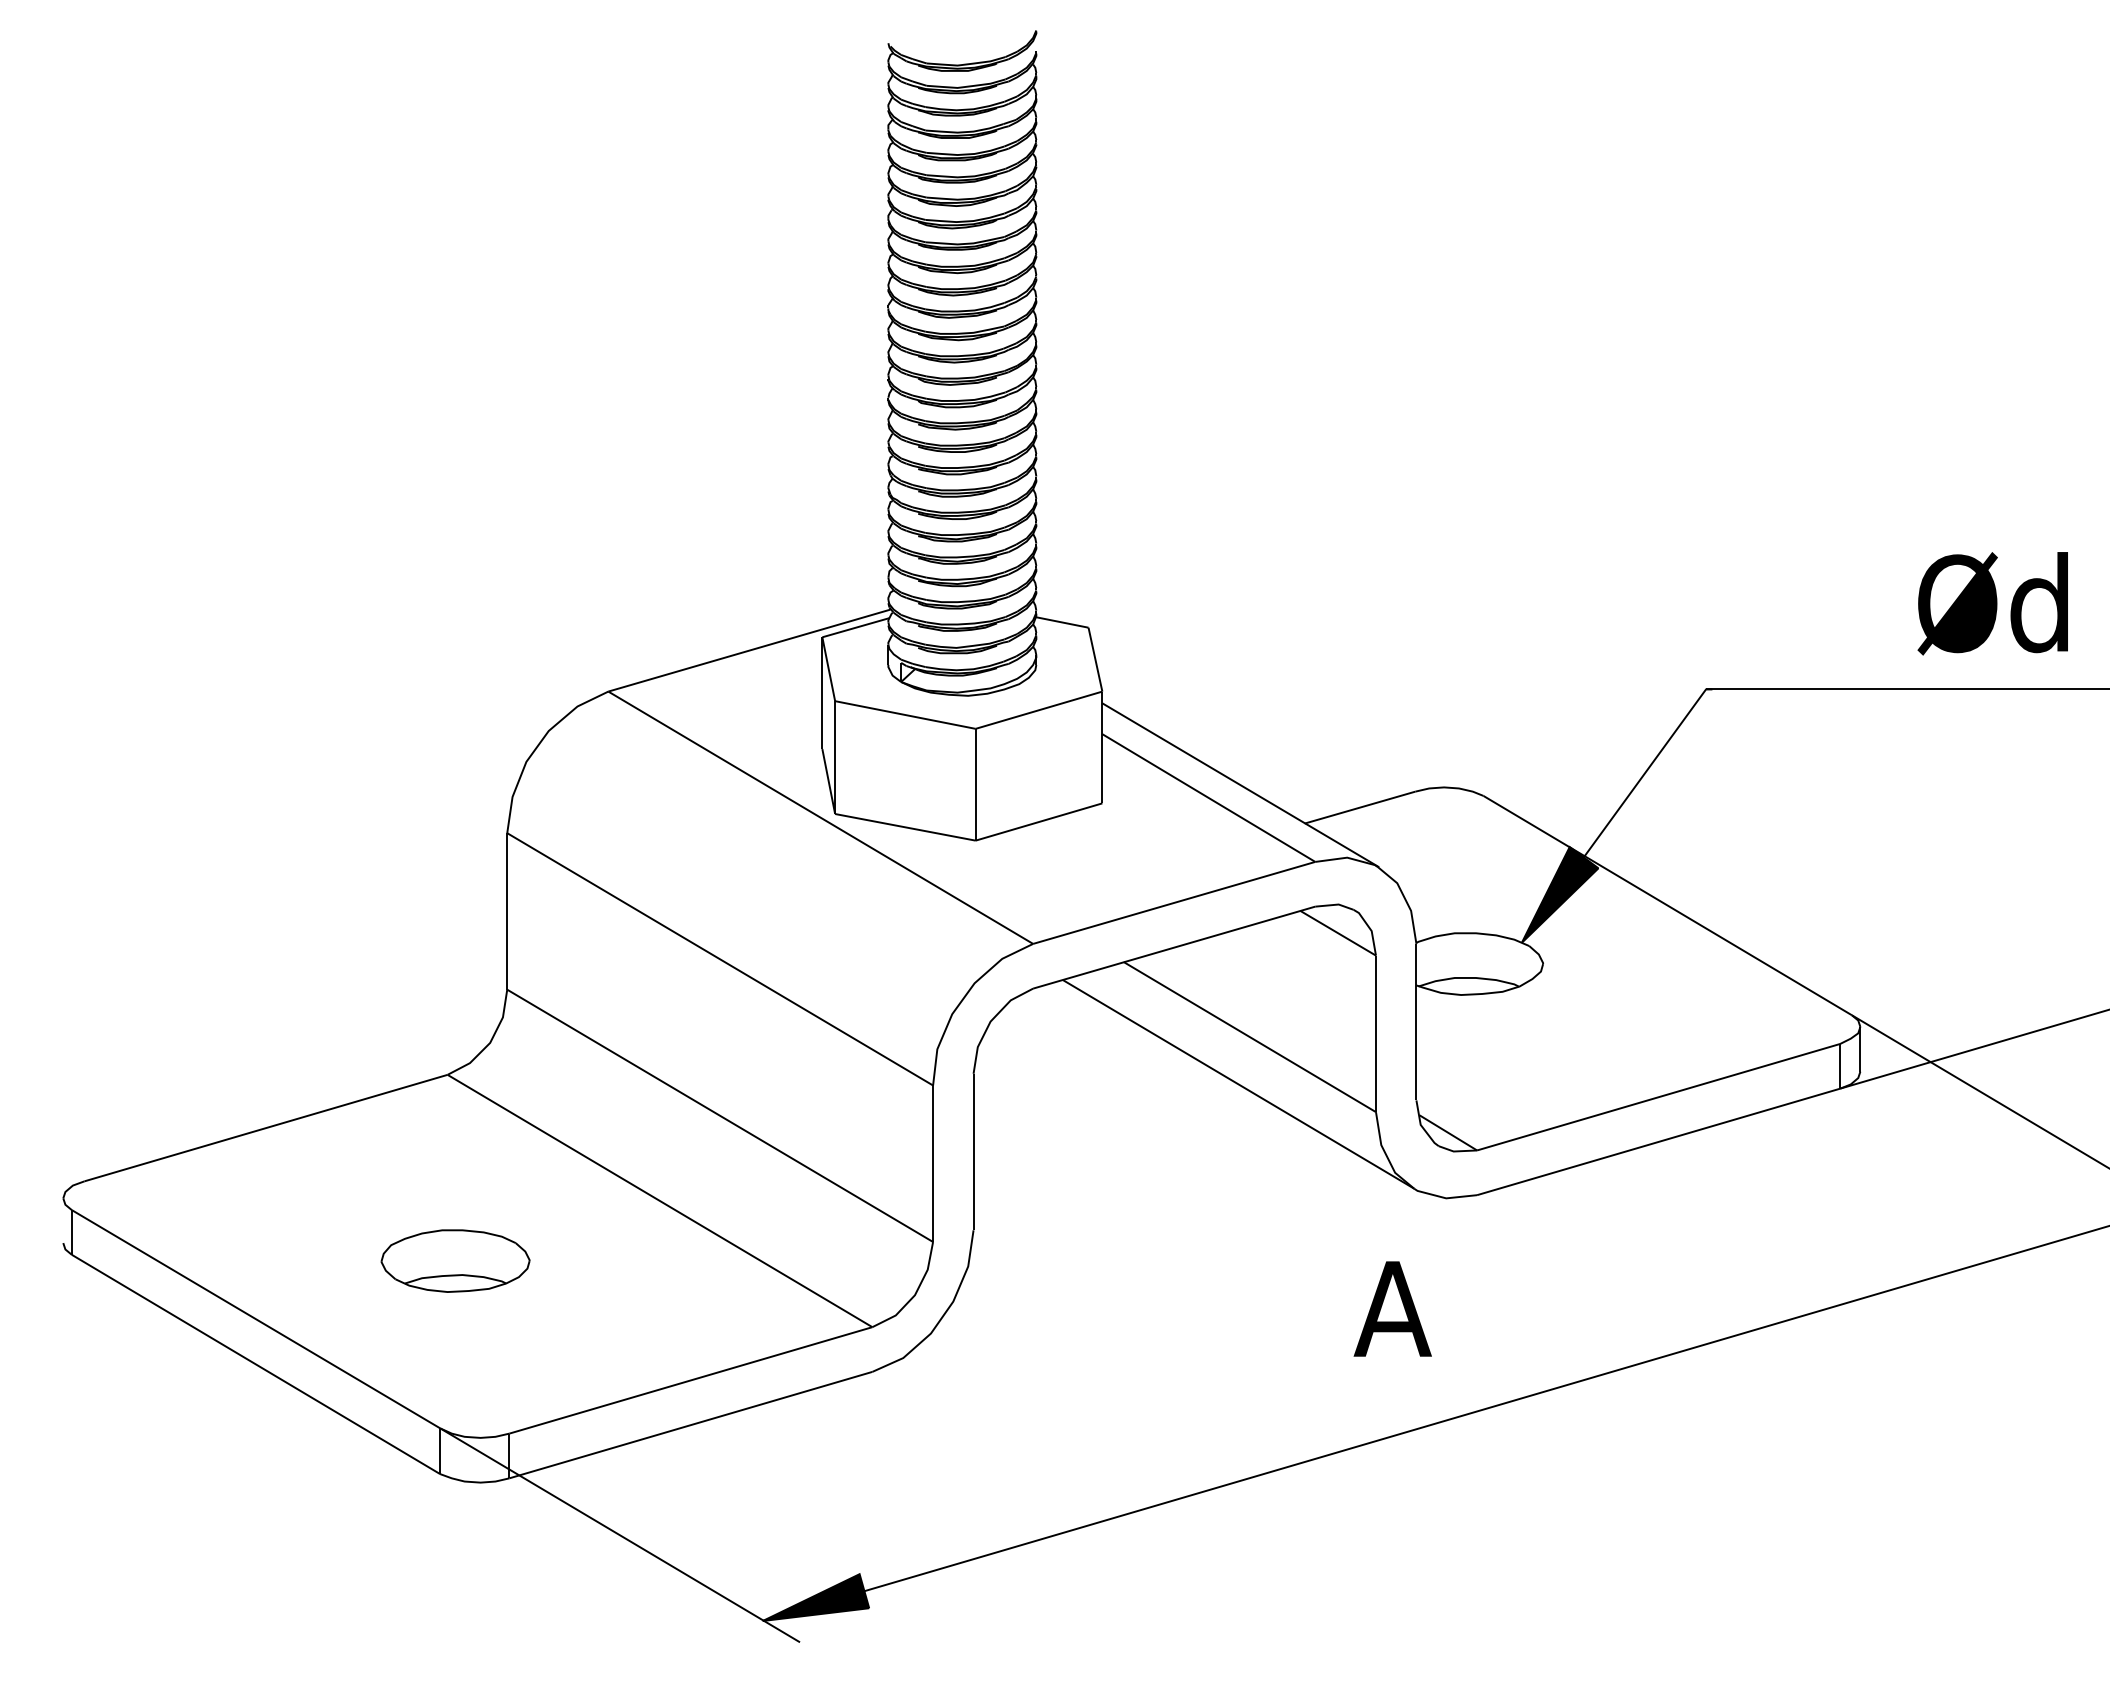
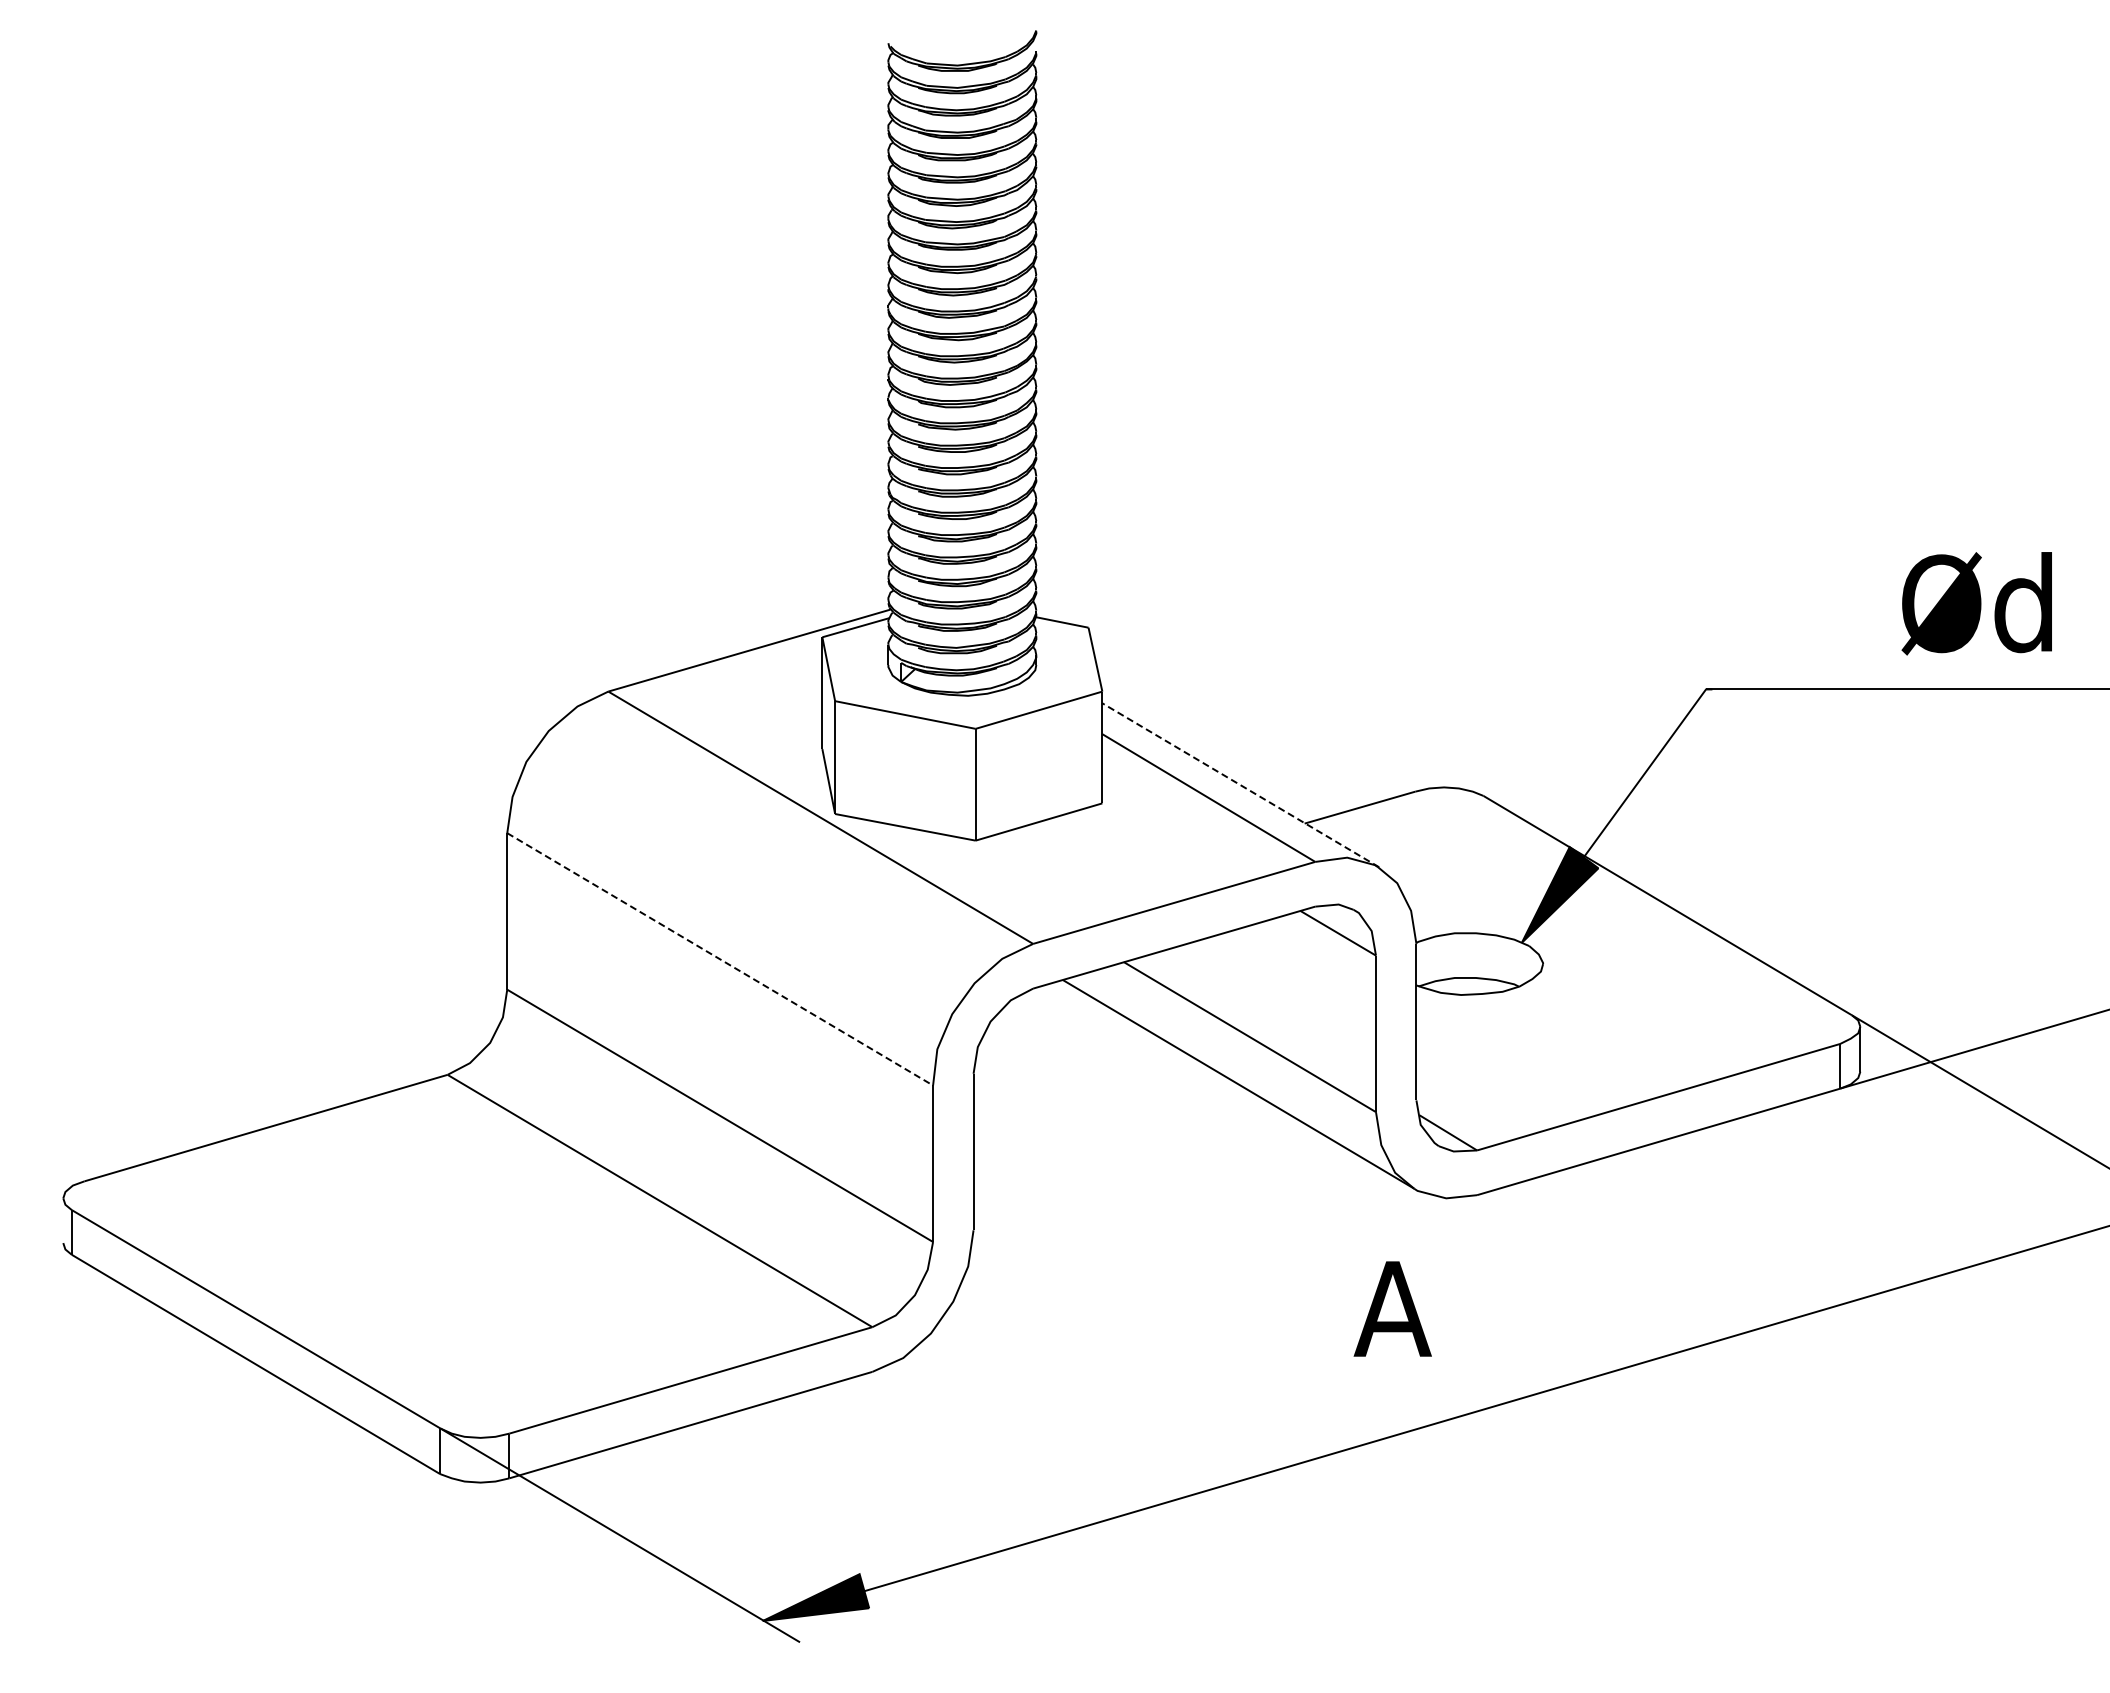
text at (1992, 603) position: (1992, 603) -> (1976, 603)
line at (1240, 785): solid -> dashed
line at (720, 959): solid -> dashed
part at (455, 1260): present -> none
